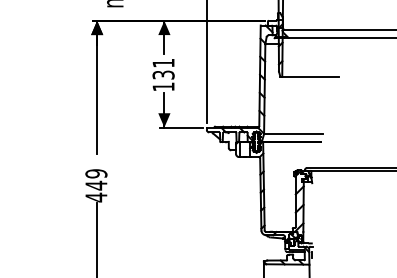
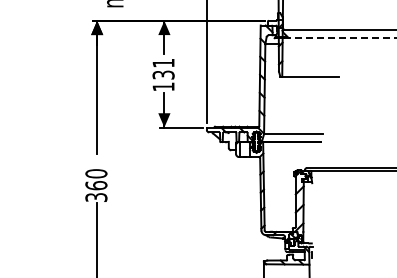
line at (342, 38): solid -> dashed
text at (96, 185): 449 -> 360
